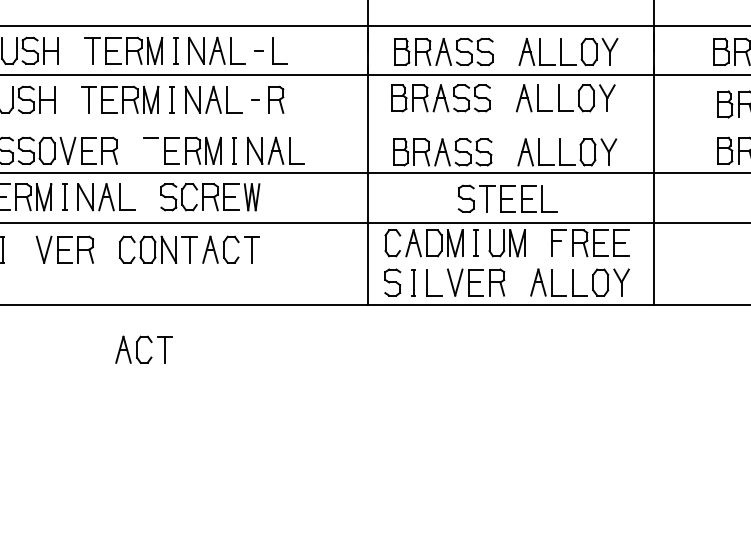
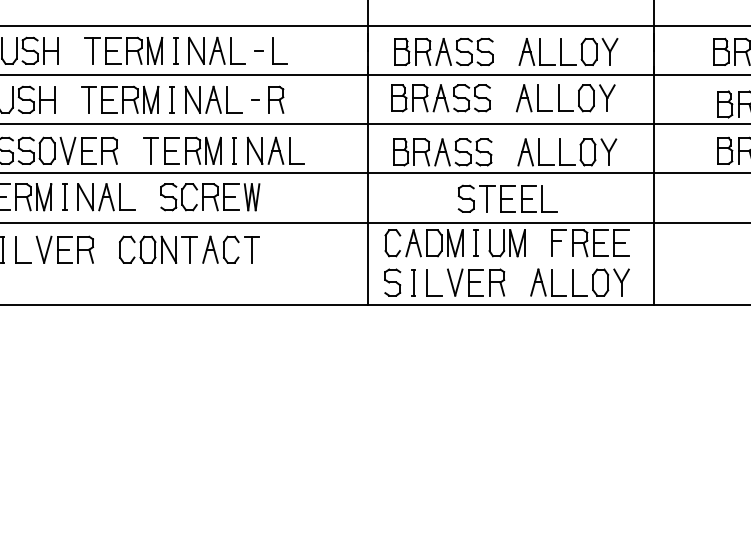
line at (374, 124): none -> present
line at (151, 150): none -> present
part at (16, 249): none -> present
part at (143, 349): present -> none
